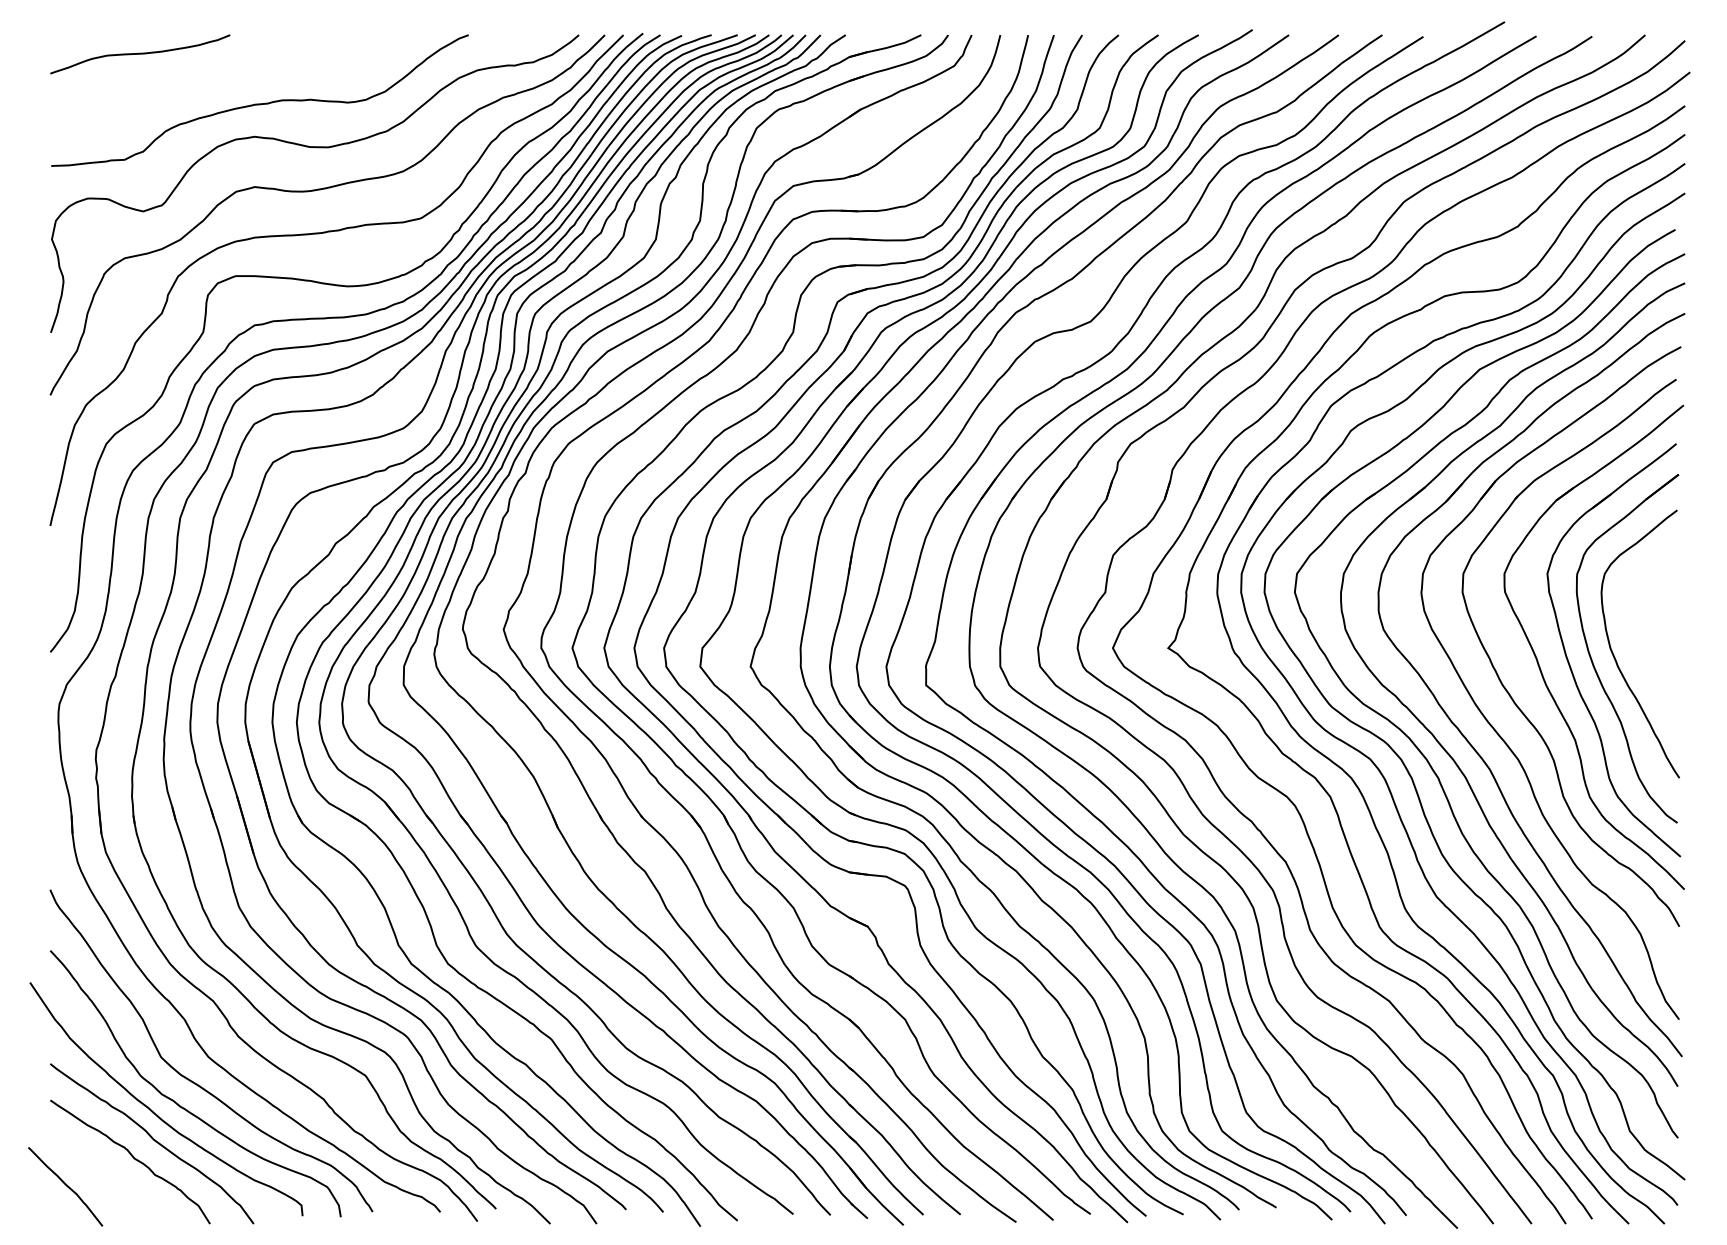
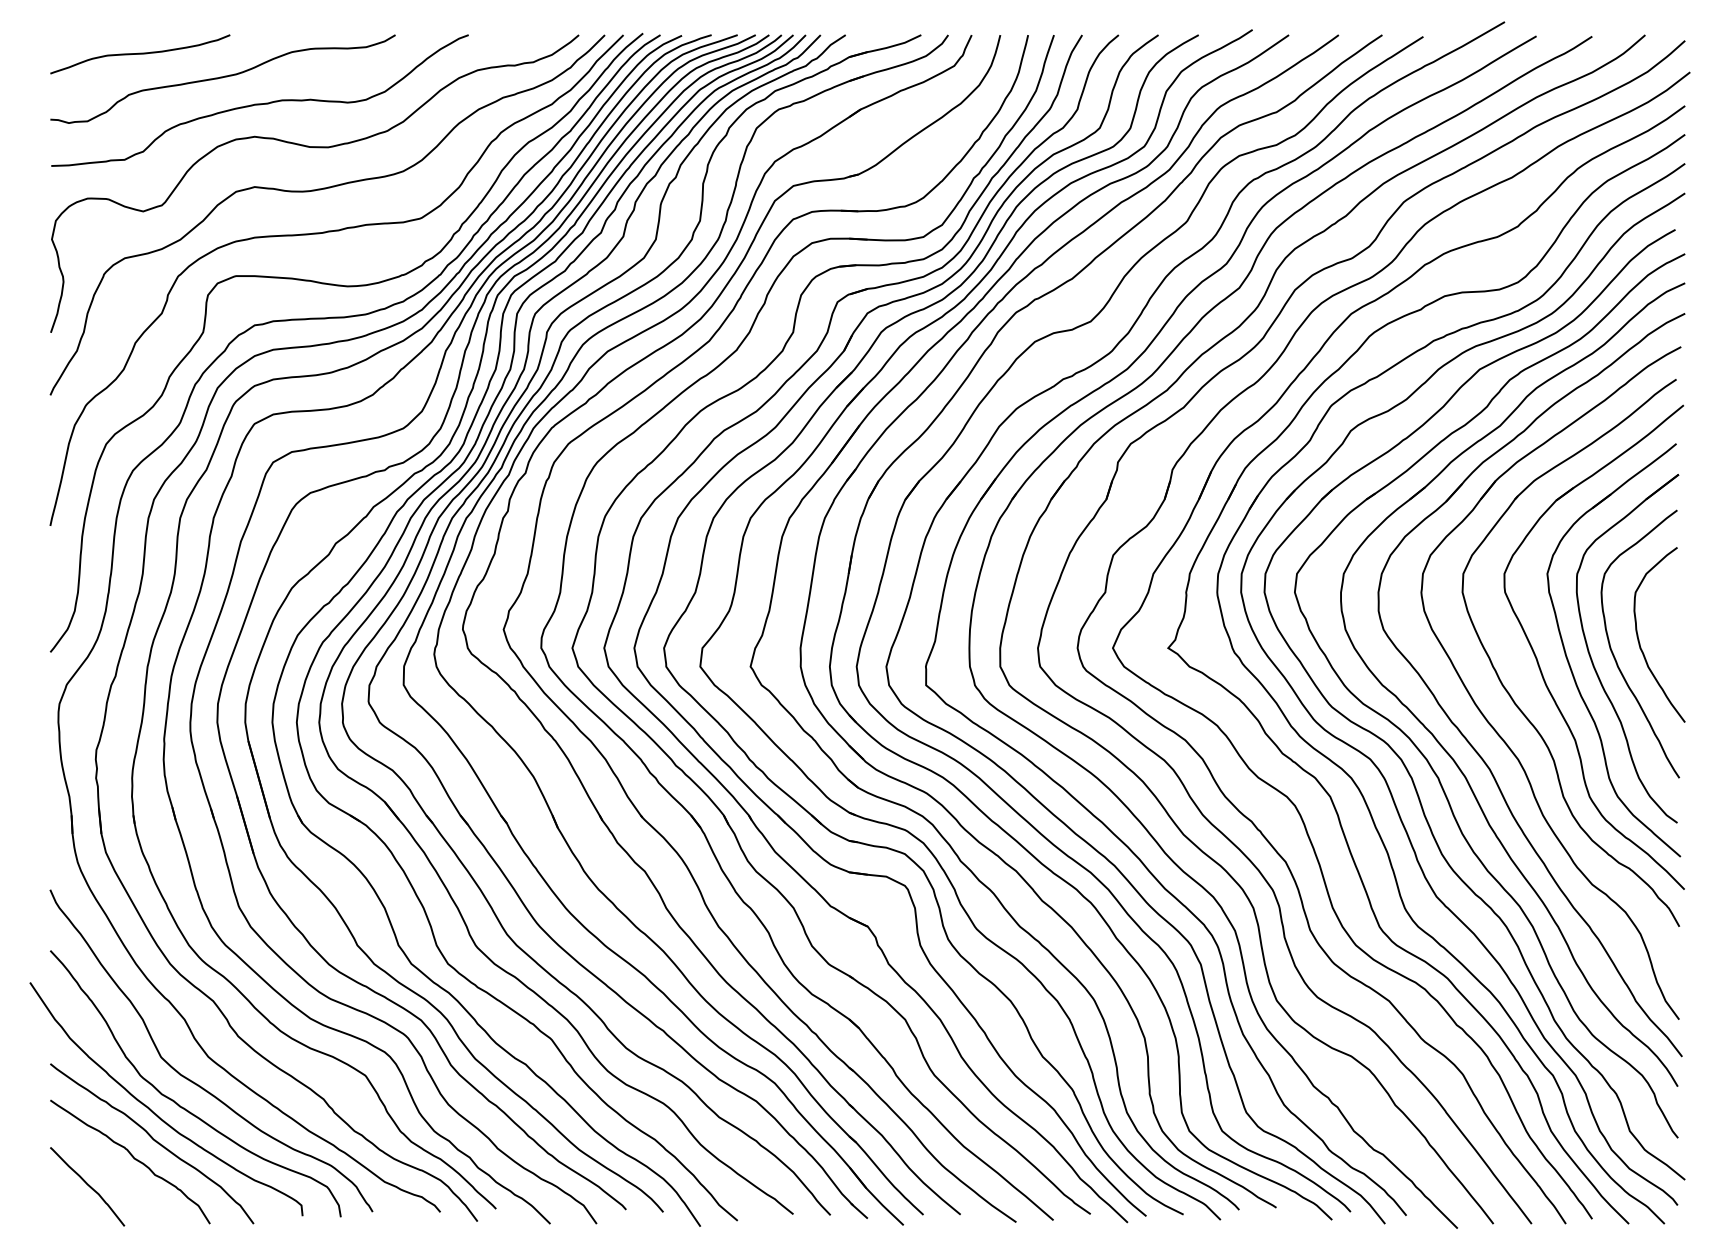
curve at (222, 78): none -> present
curve at (1639, 639): none -> present
curve at (65, 1185) position: (65, 1185) -> (87, 1185)
